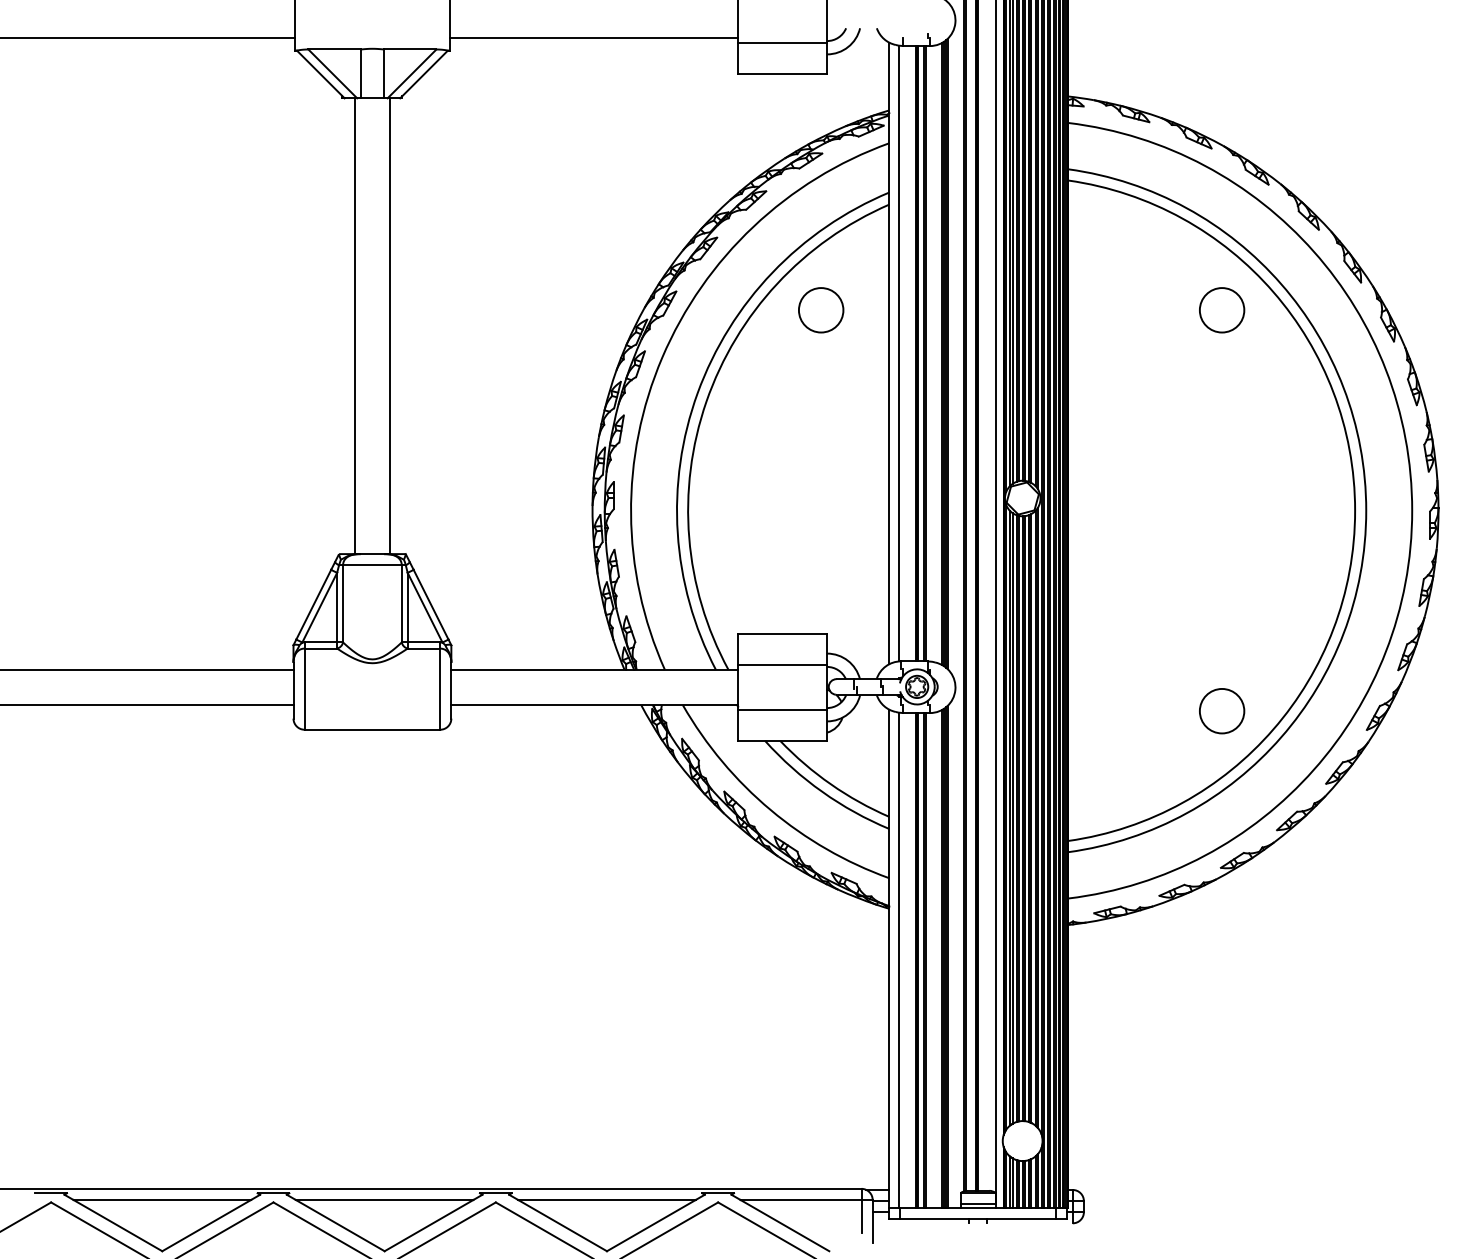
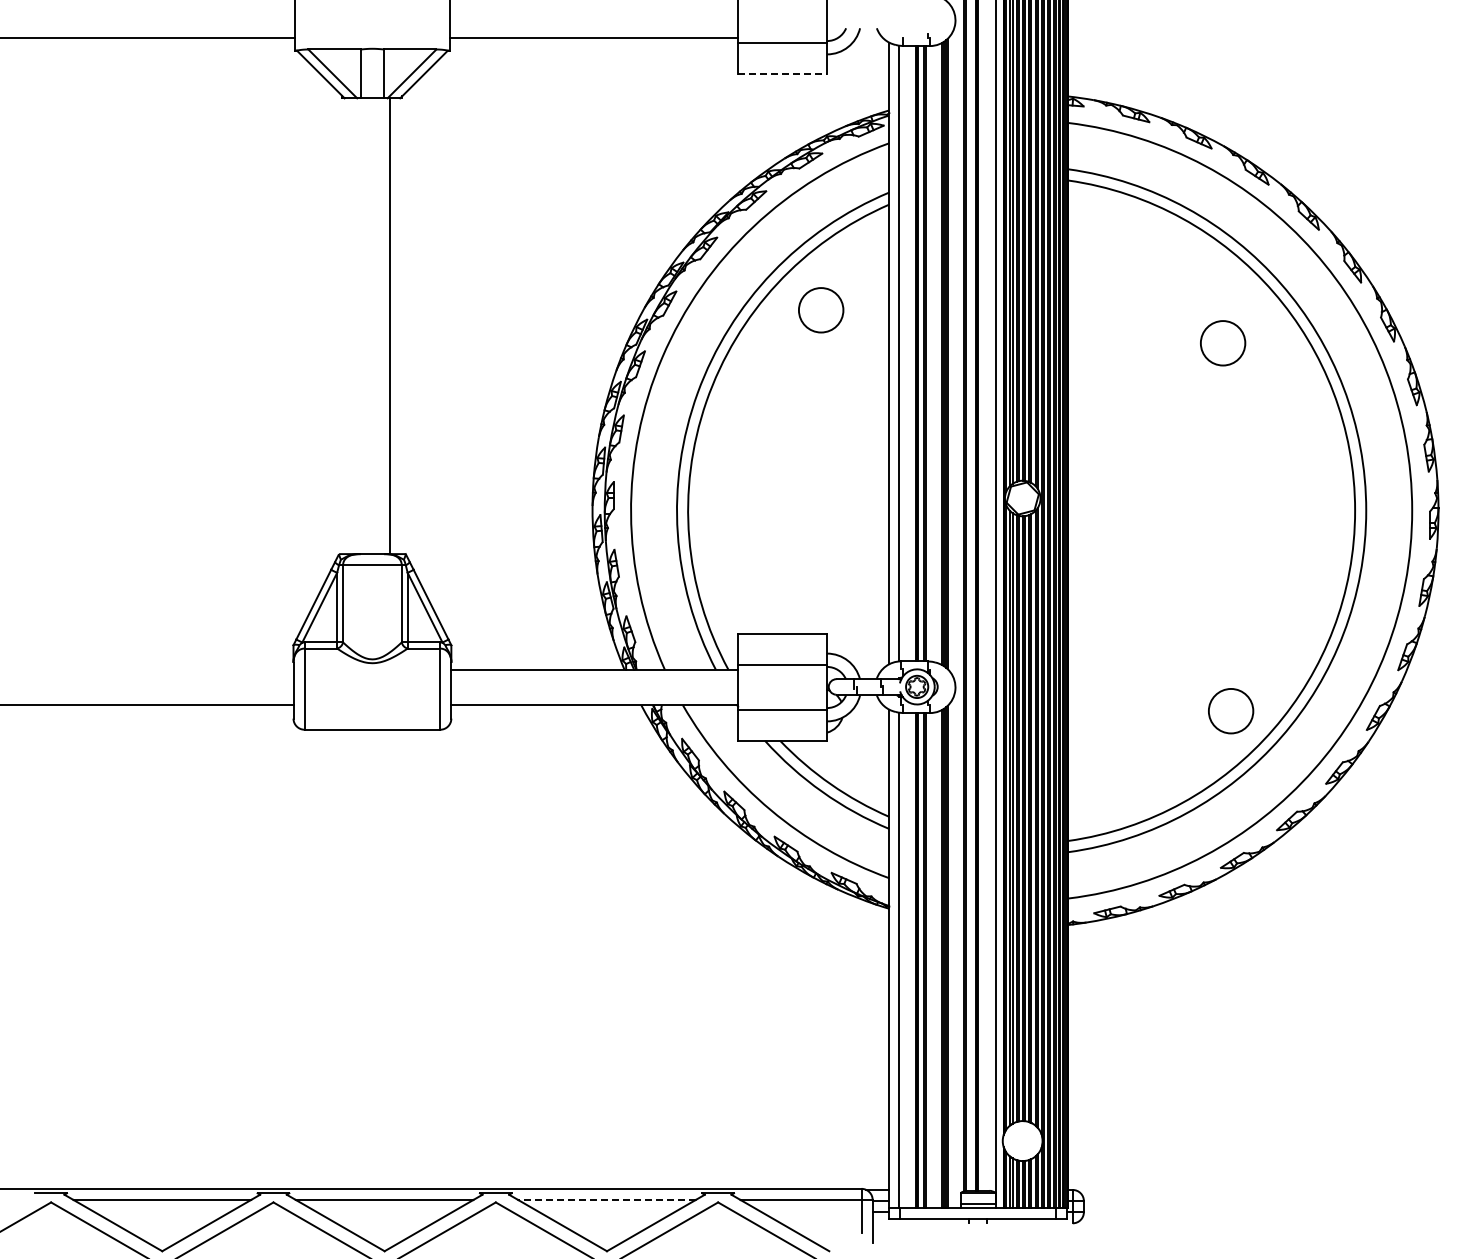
line at (783, 73): solid -> dashed
circle at (1222, 310) position: (1222, 310) -> (1223, 343)
line at (354, 326): present -> none
line at (147, 669): present -> none
circle at (1222, 711) position: (1222, 711) -> (1231, 711)
line at (606, 1199): solid -> dashed
